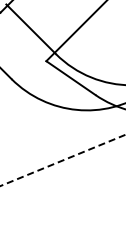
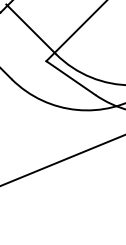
line at (62, 160): dashed -> solid
